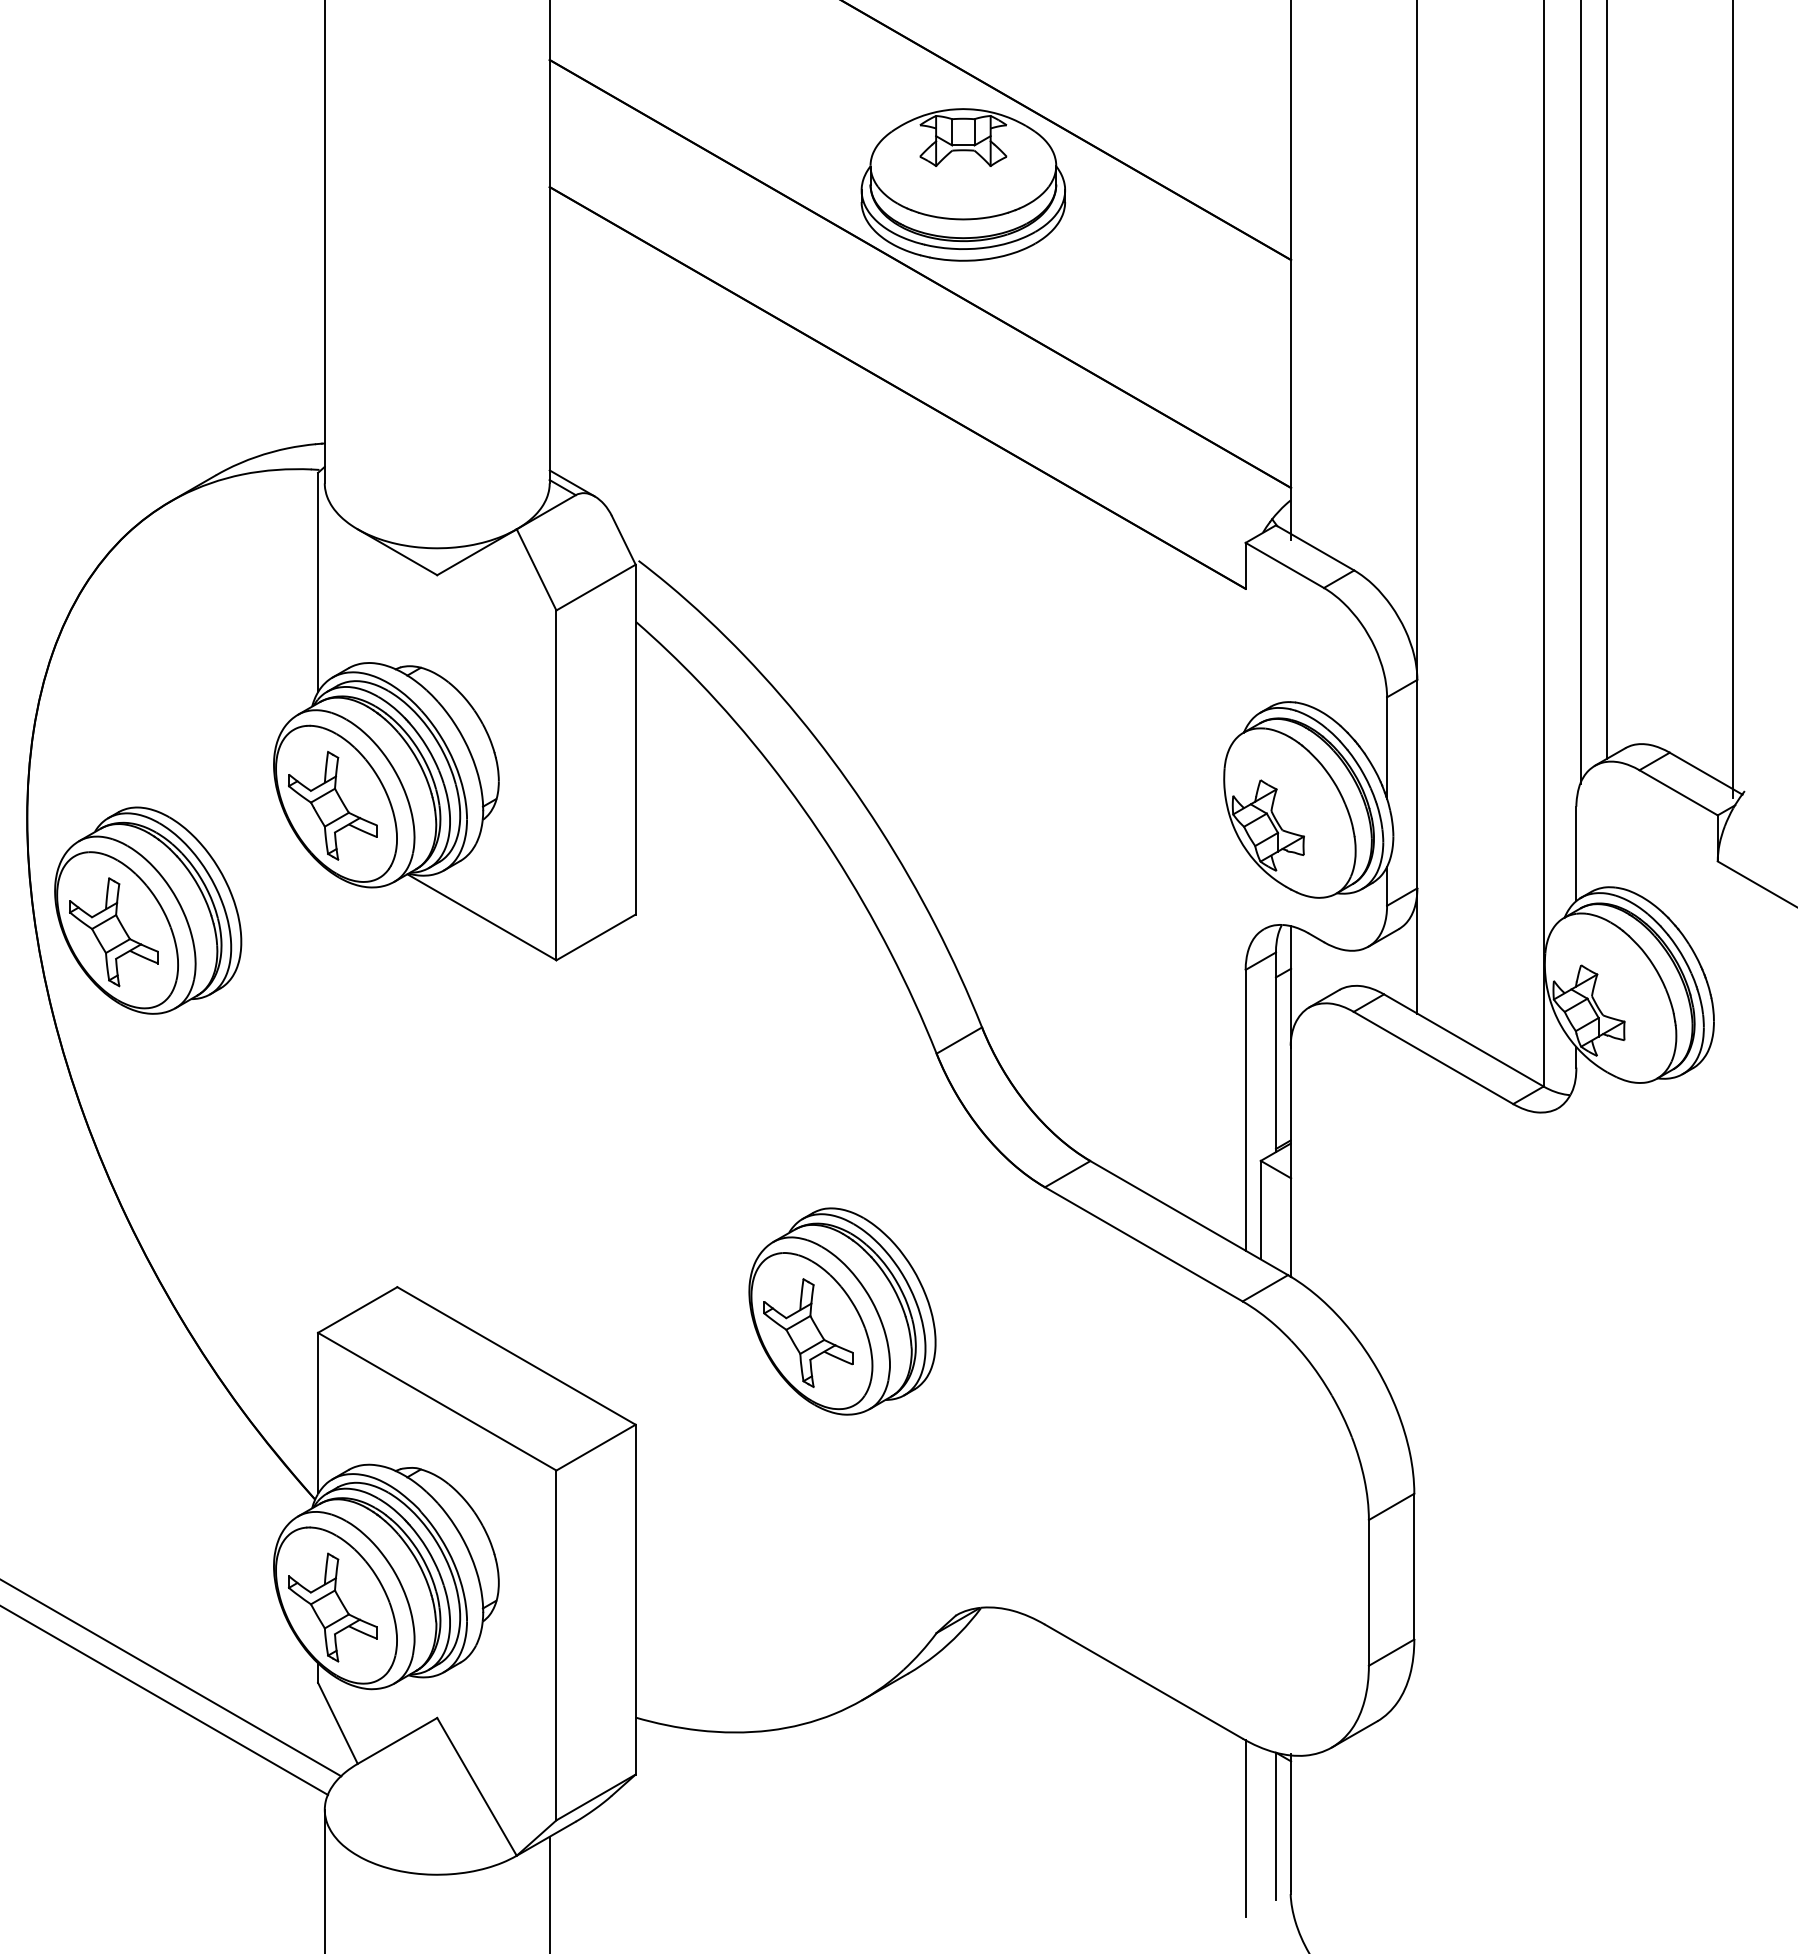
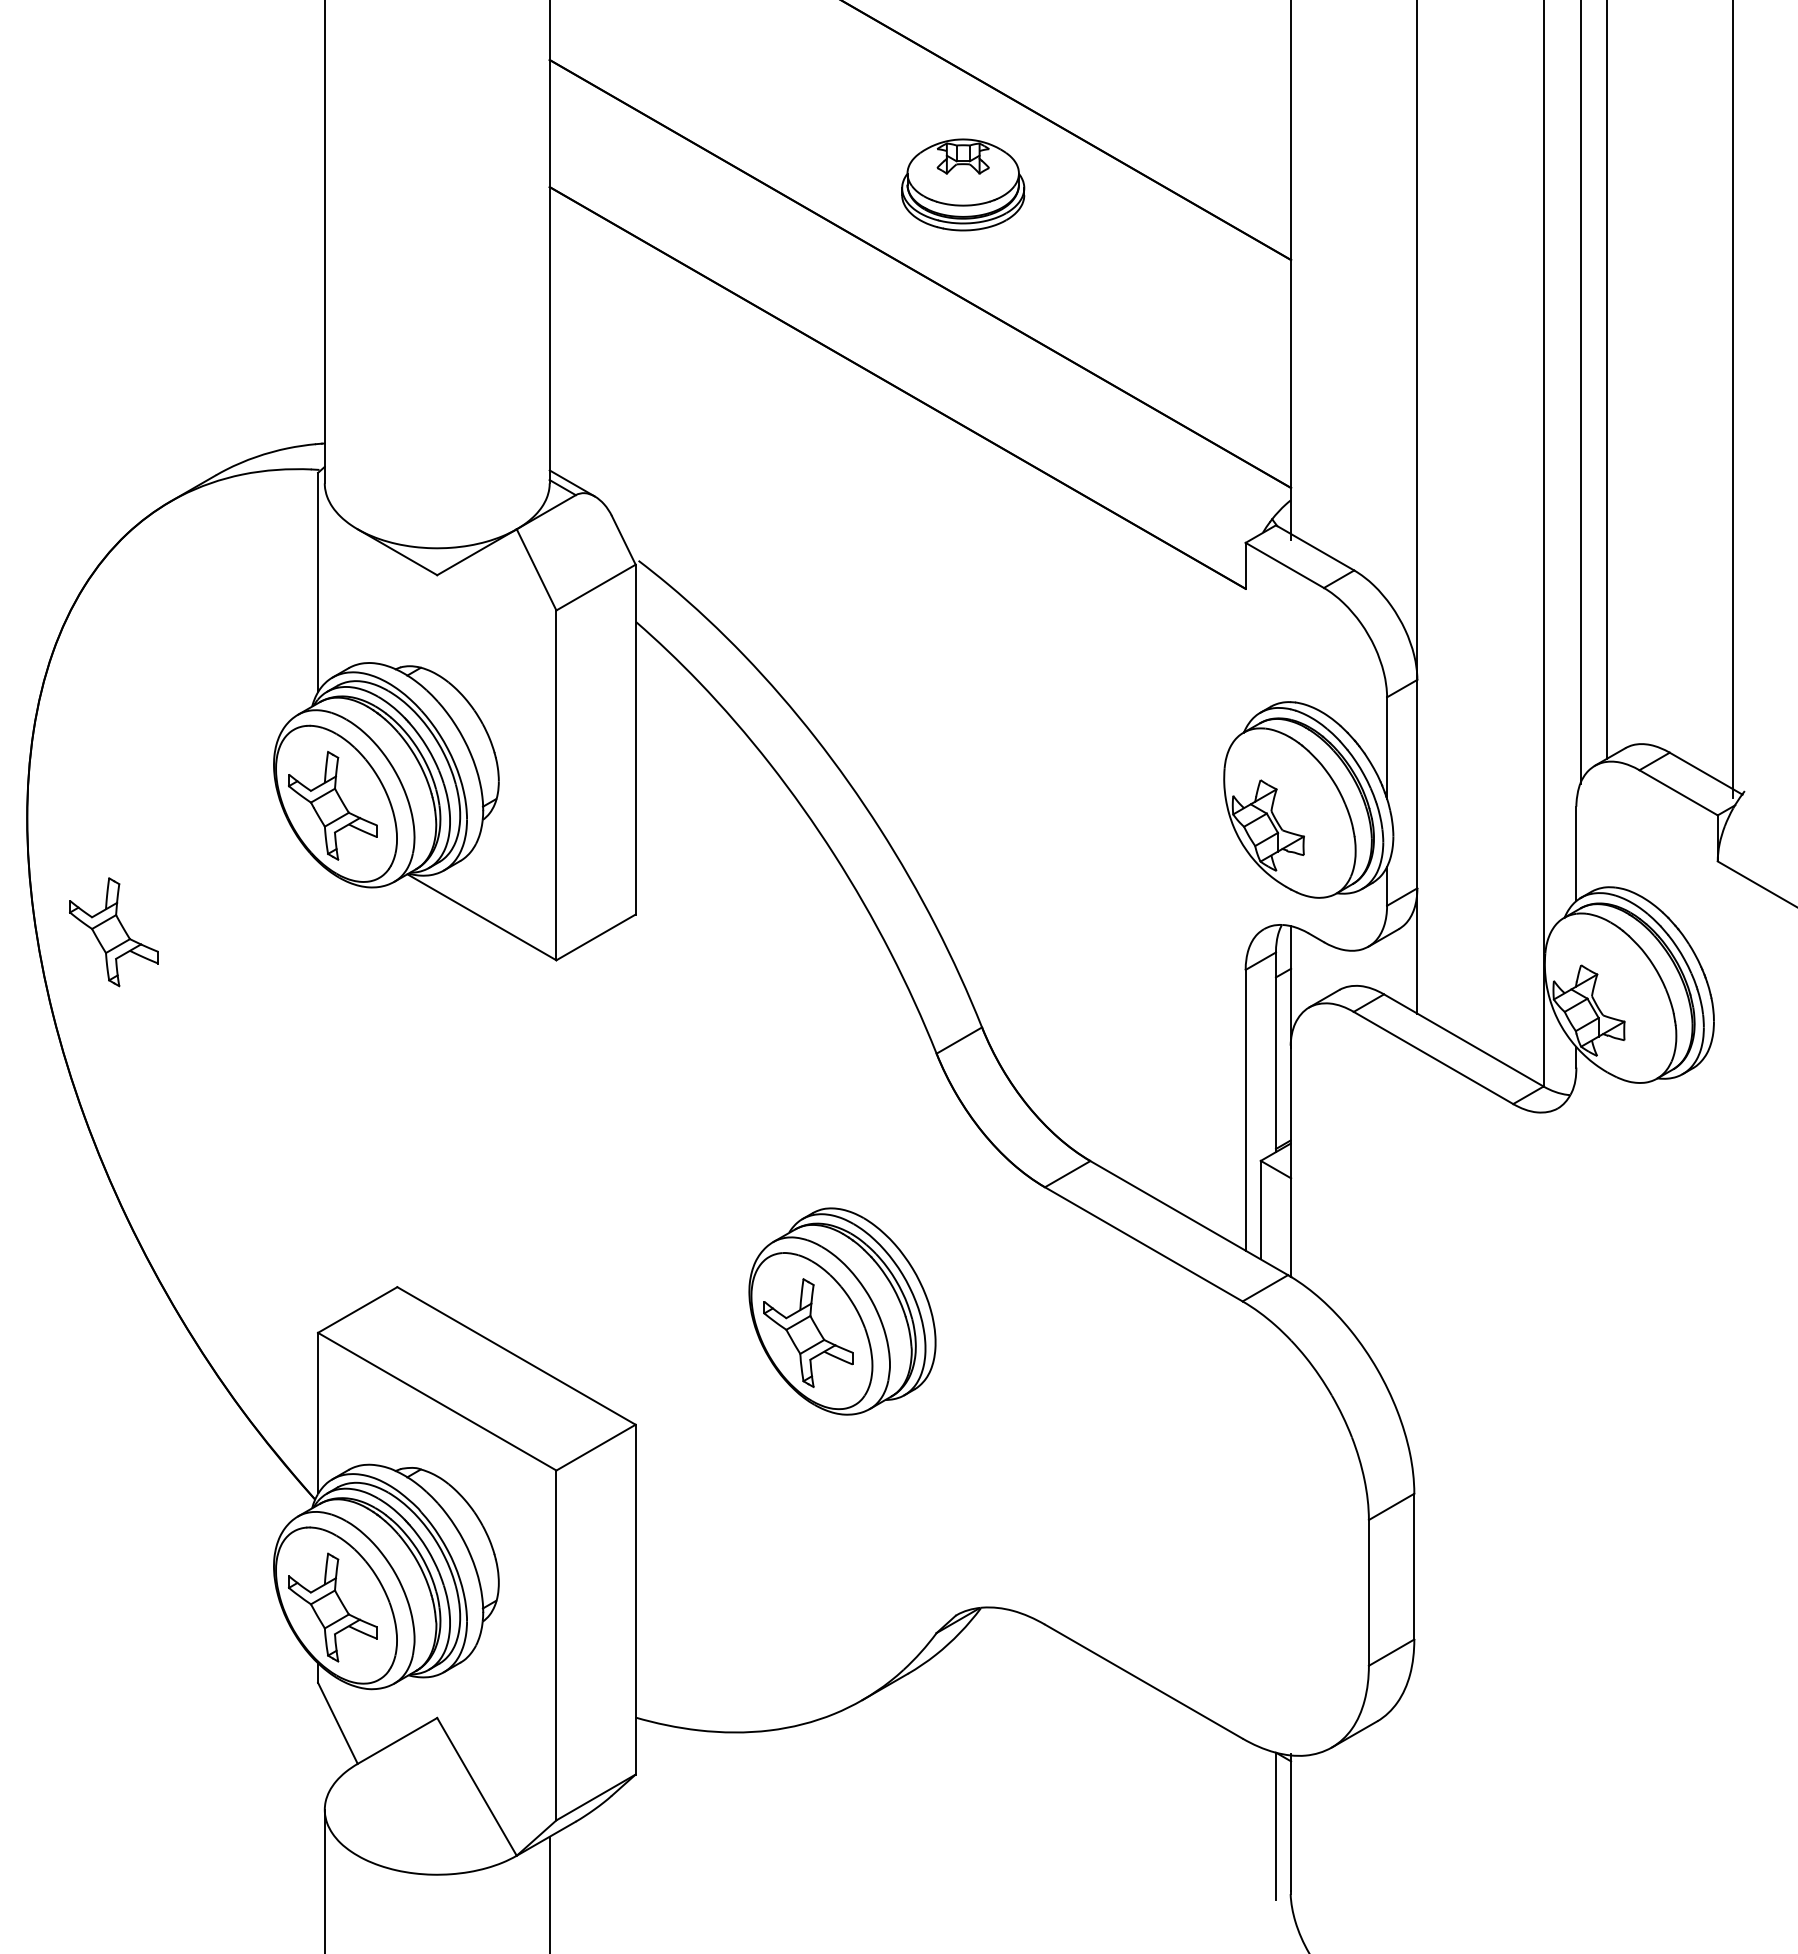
part at (962, 184) size: 206x154 px -> 125x94 px
part at (148, 910): present -> none
line at (171, 1678): present -> none
line at (165, 1701): present -> none
line at (1245, 1828): present -> none
